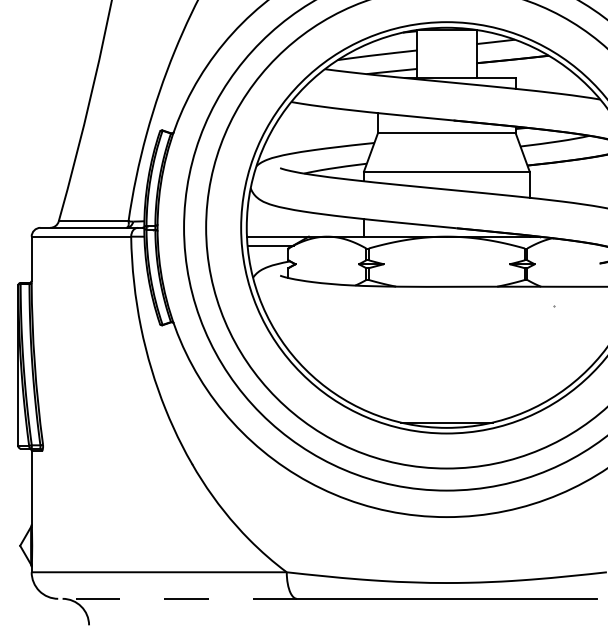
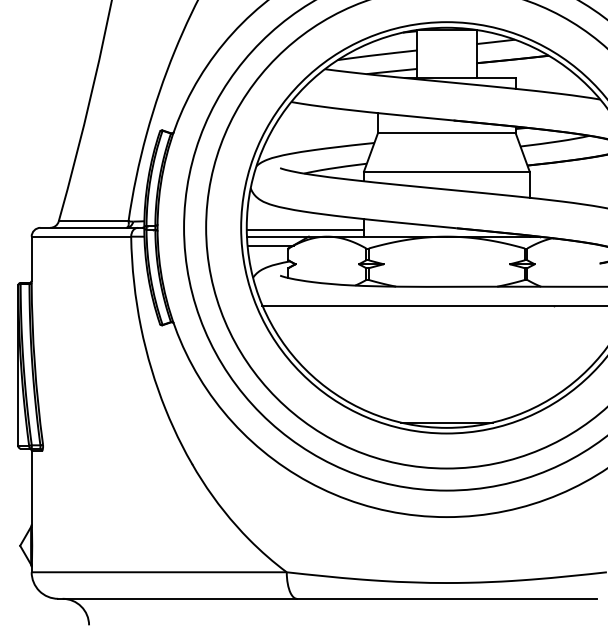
line at (305, 230): none -> present
line at (433, 305): none -> present
line at (177, 598): dashed -> solid
